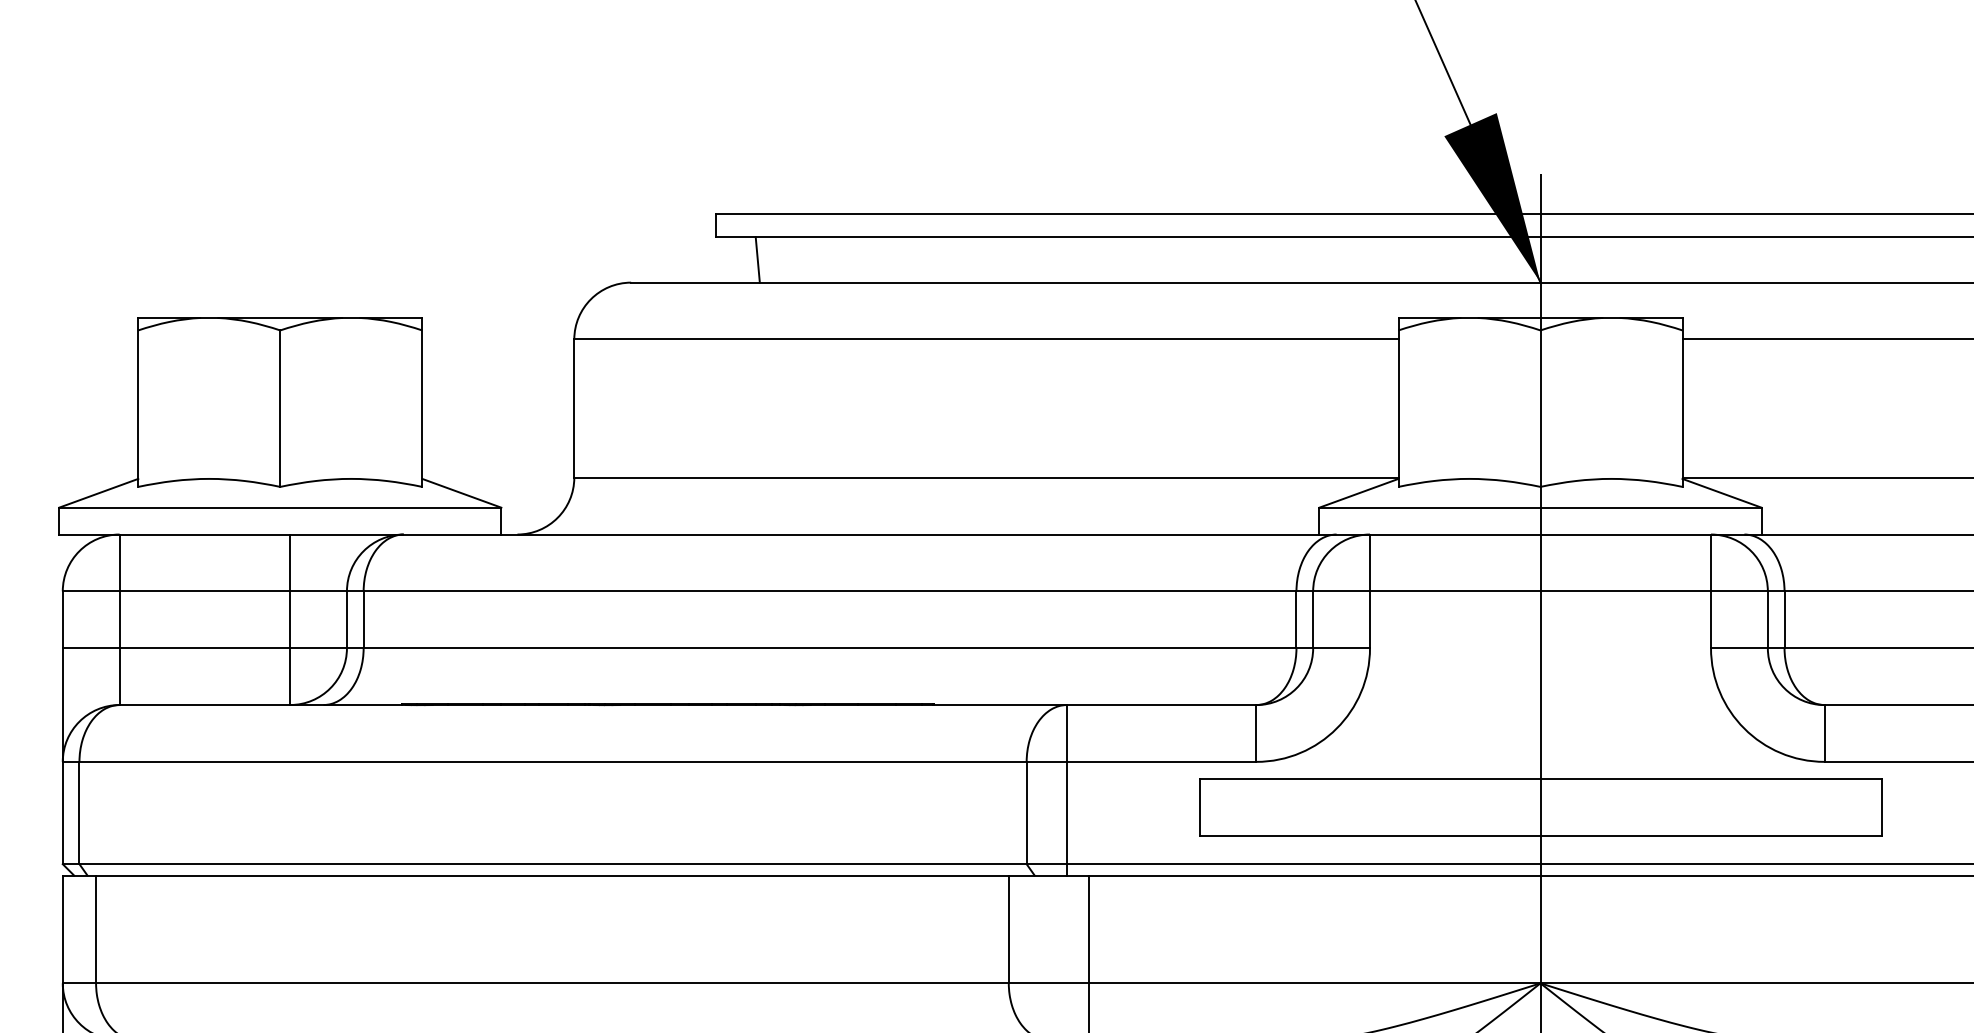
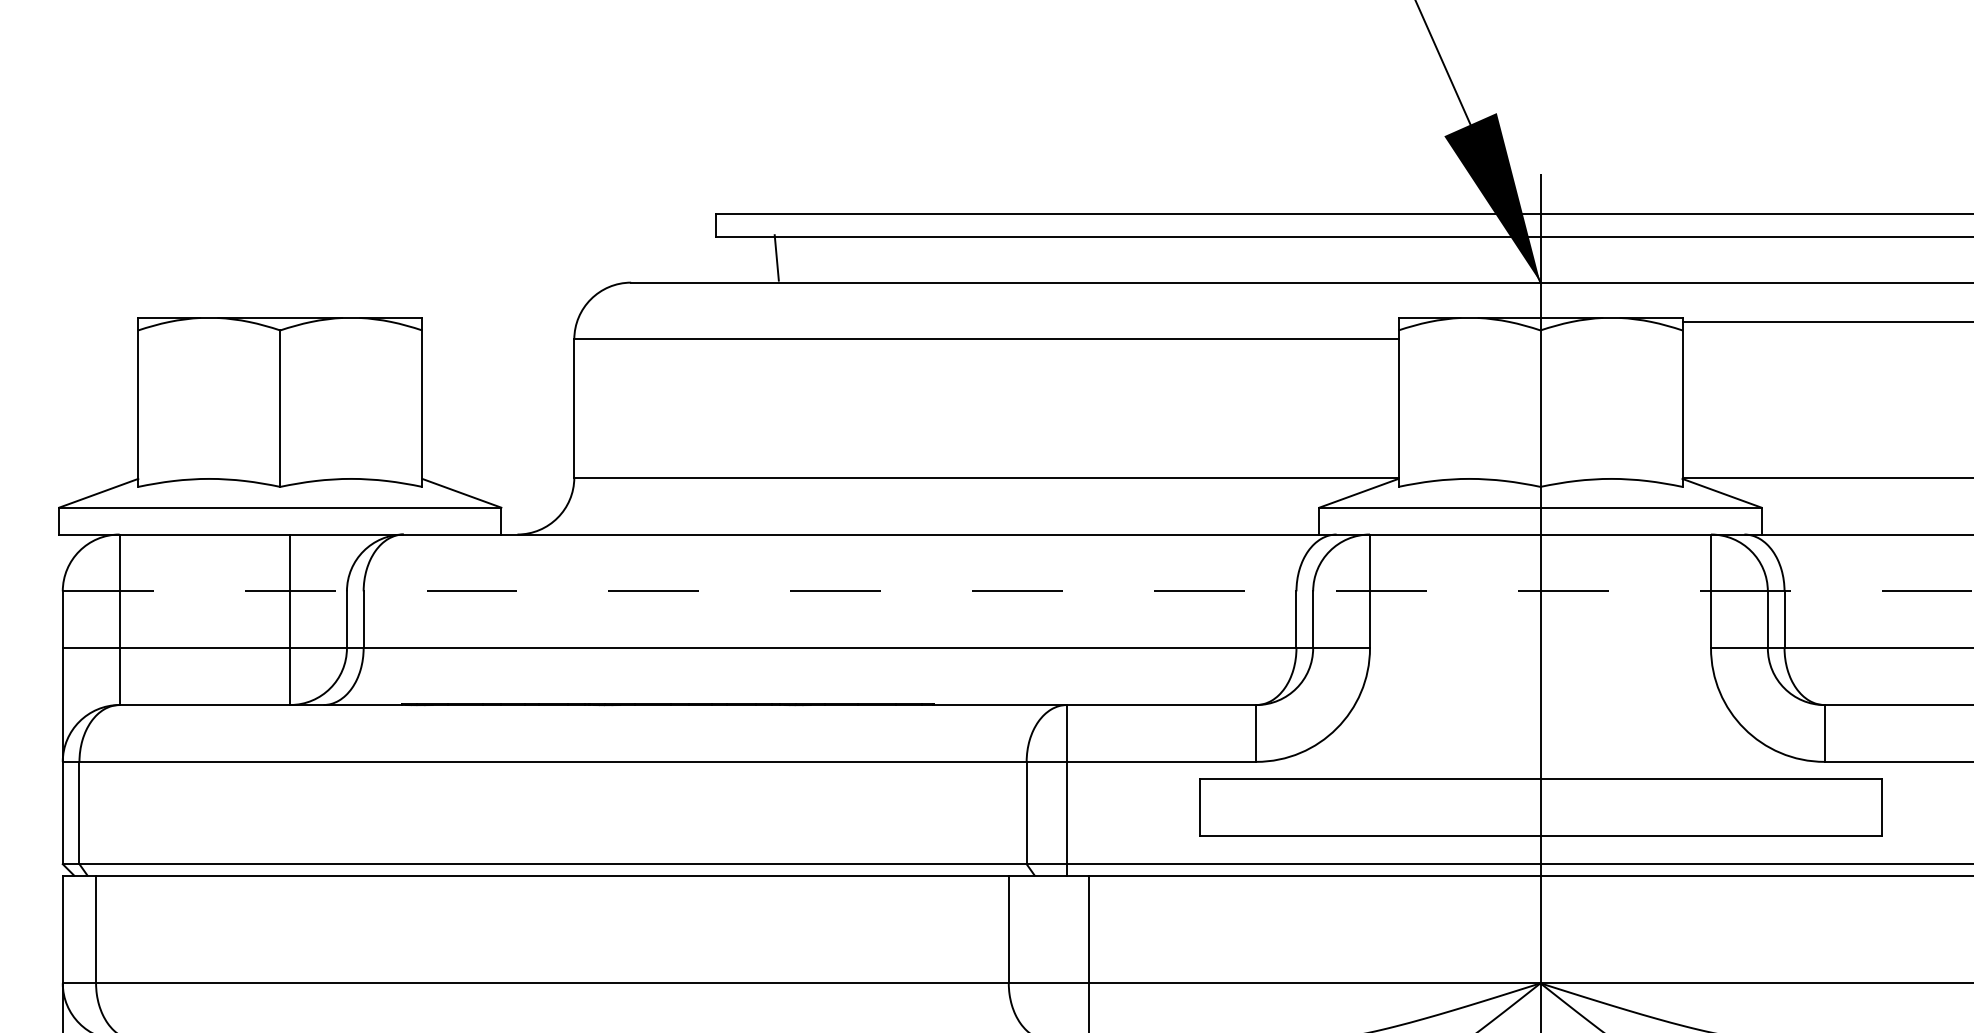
line at (757, 259) position: (757, 259) -> (776, 257)
line at (1826, 339) position: (1826, 339) -> (1826, 322)
line at (1018, 591): solid -> dashed
